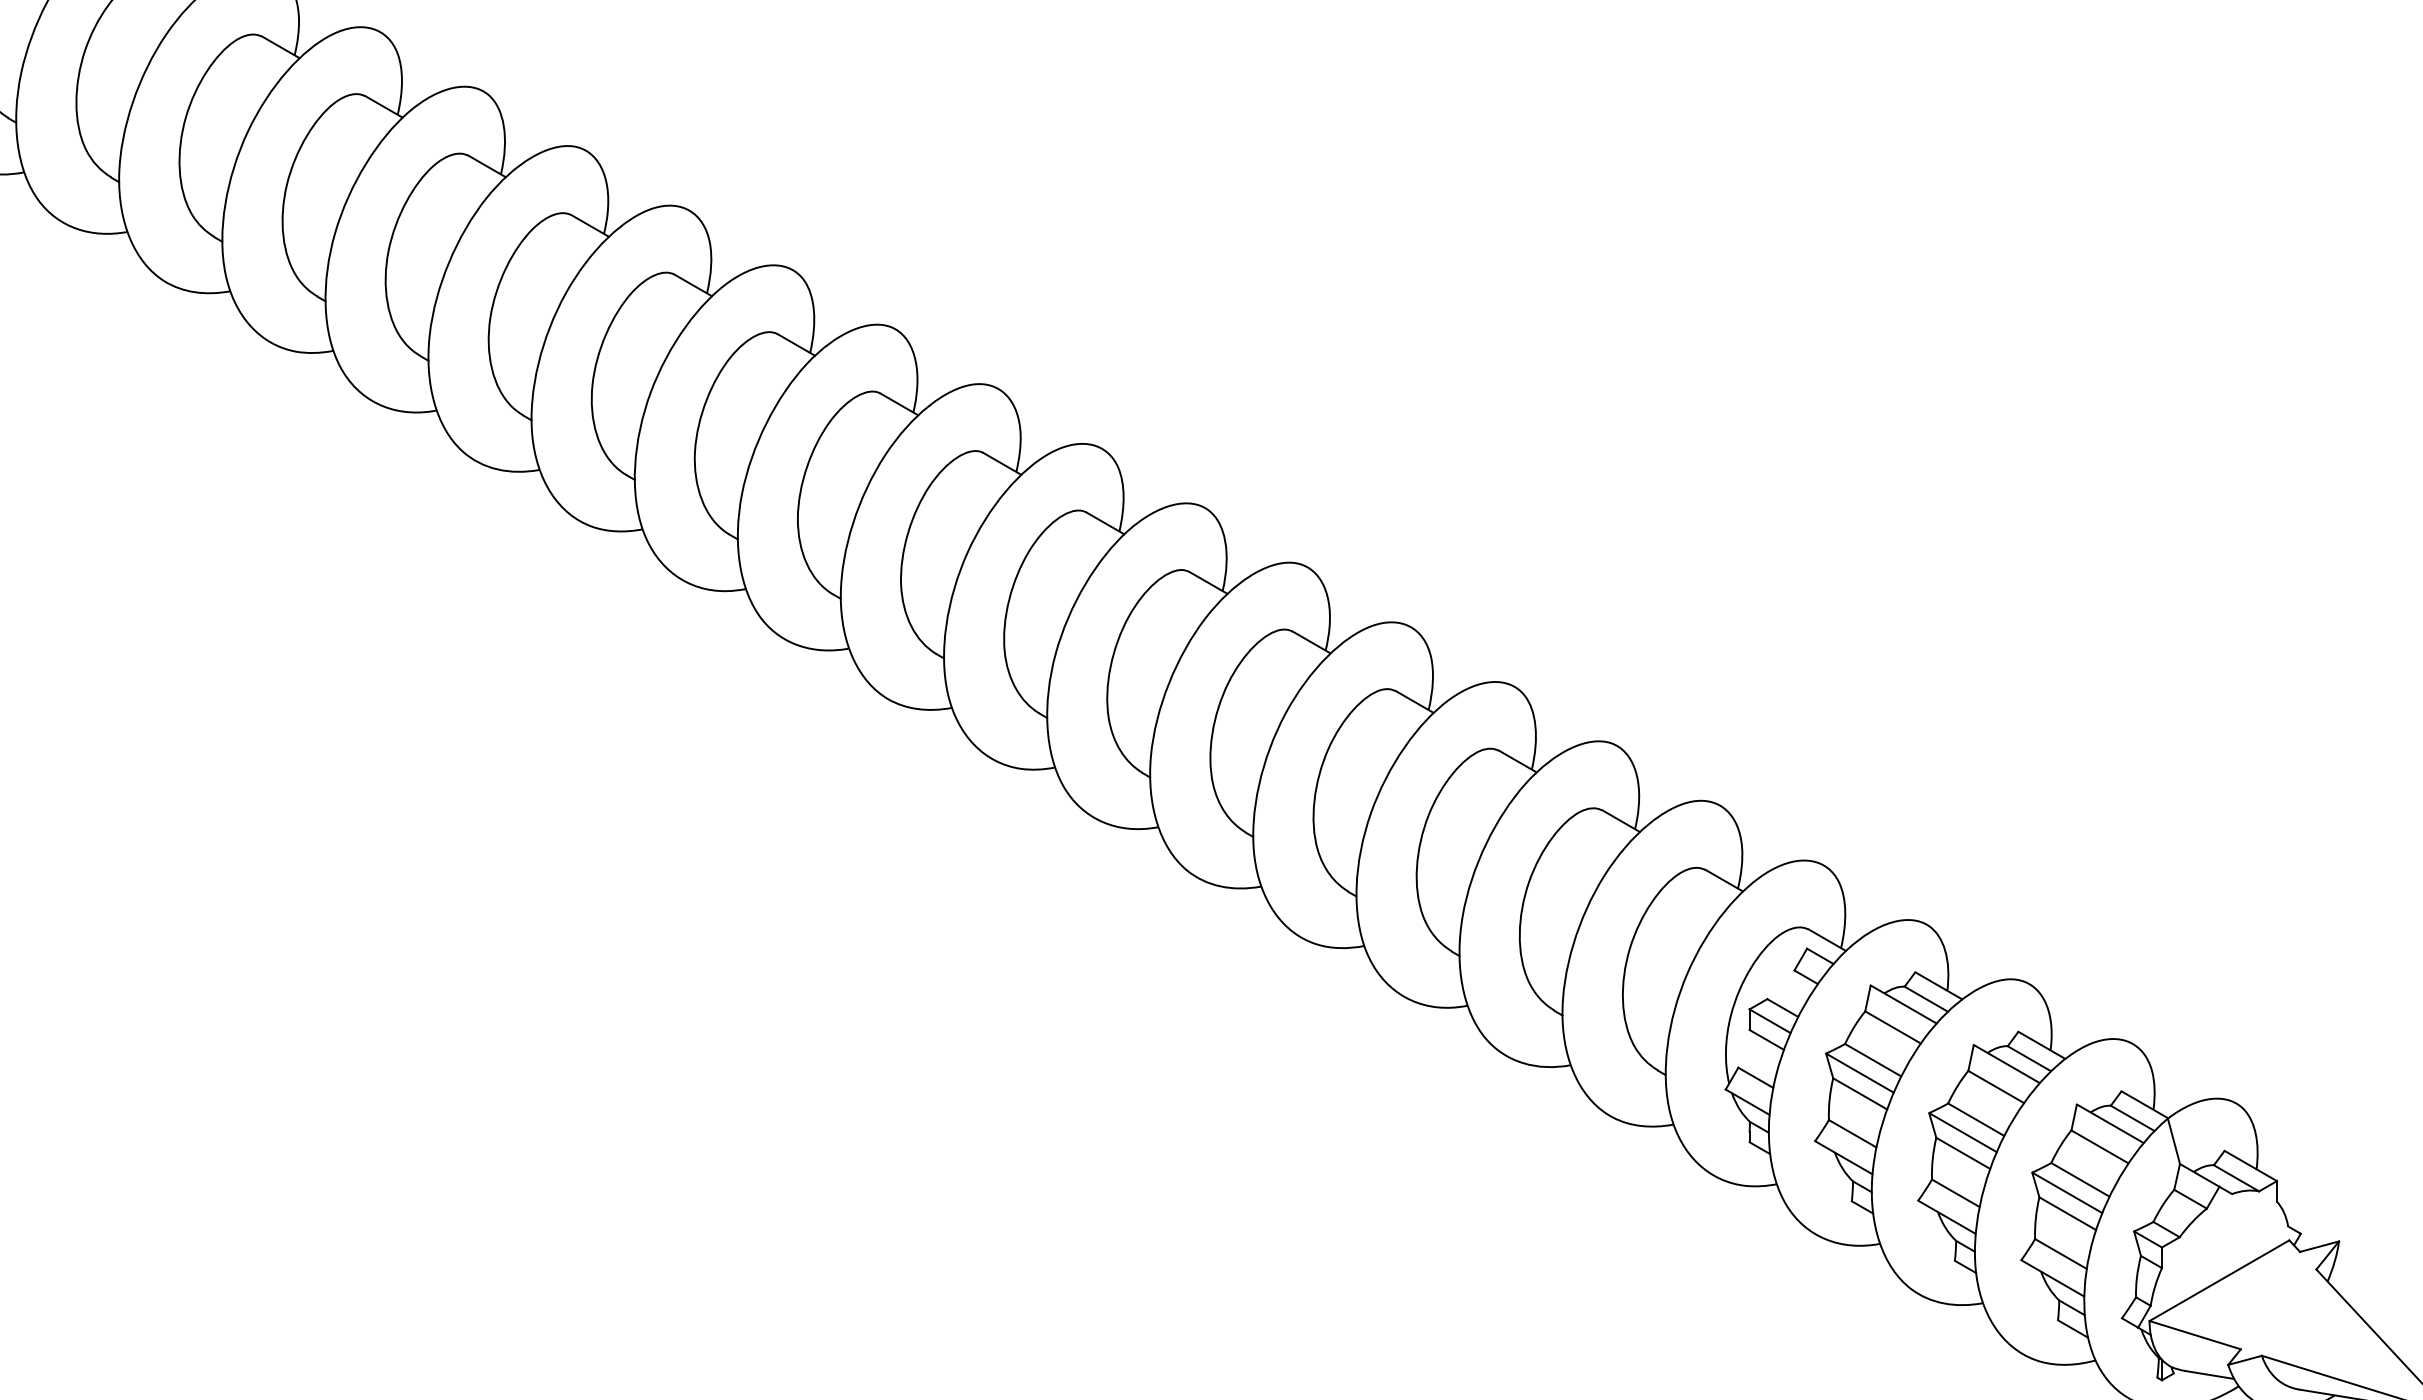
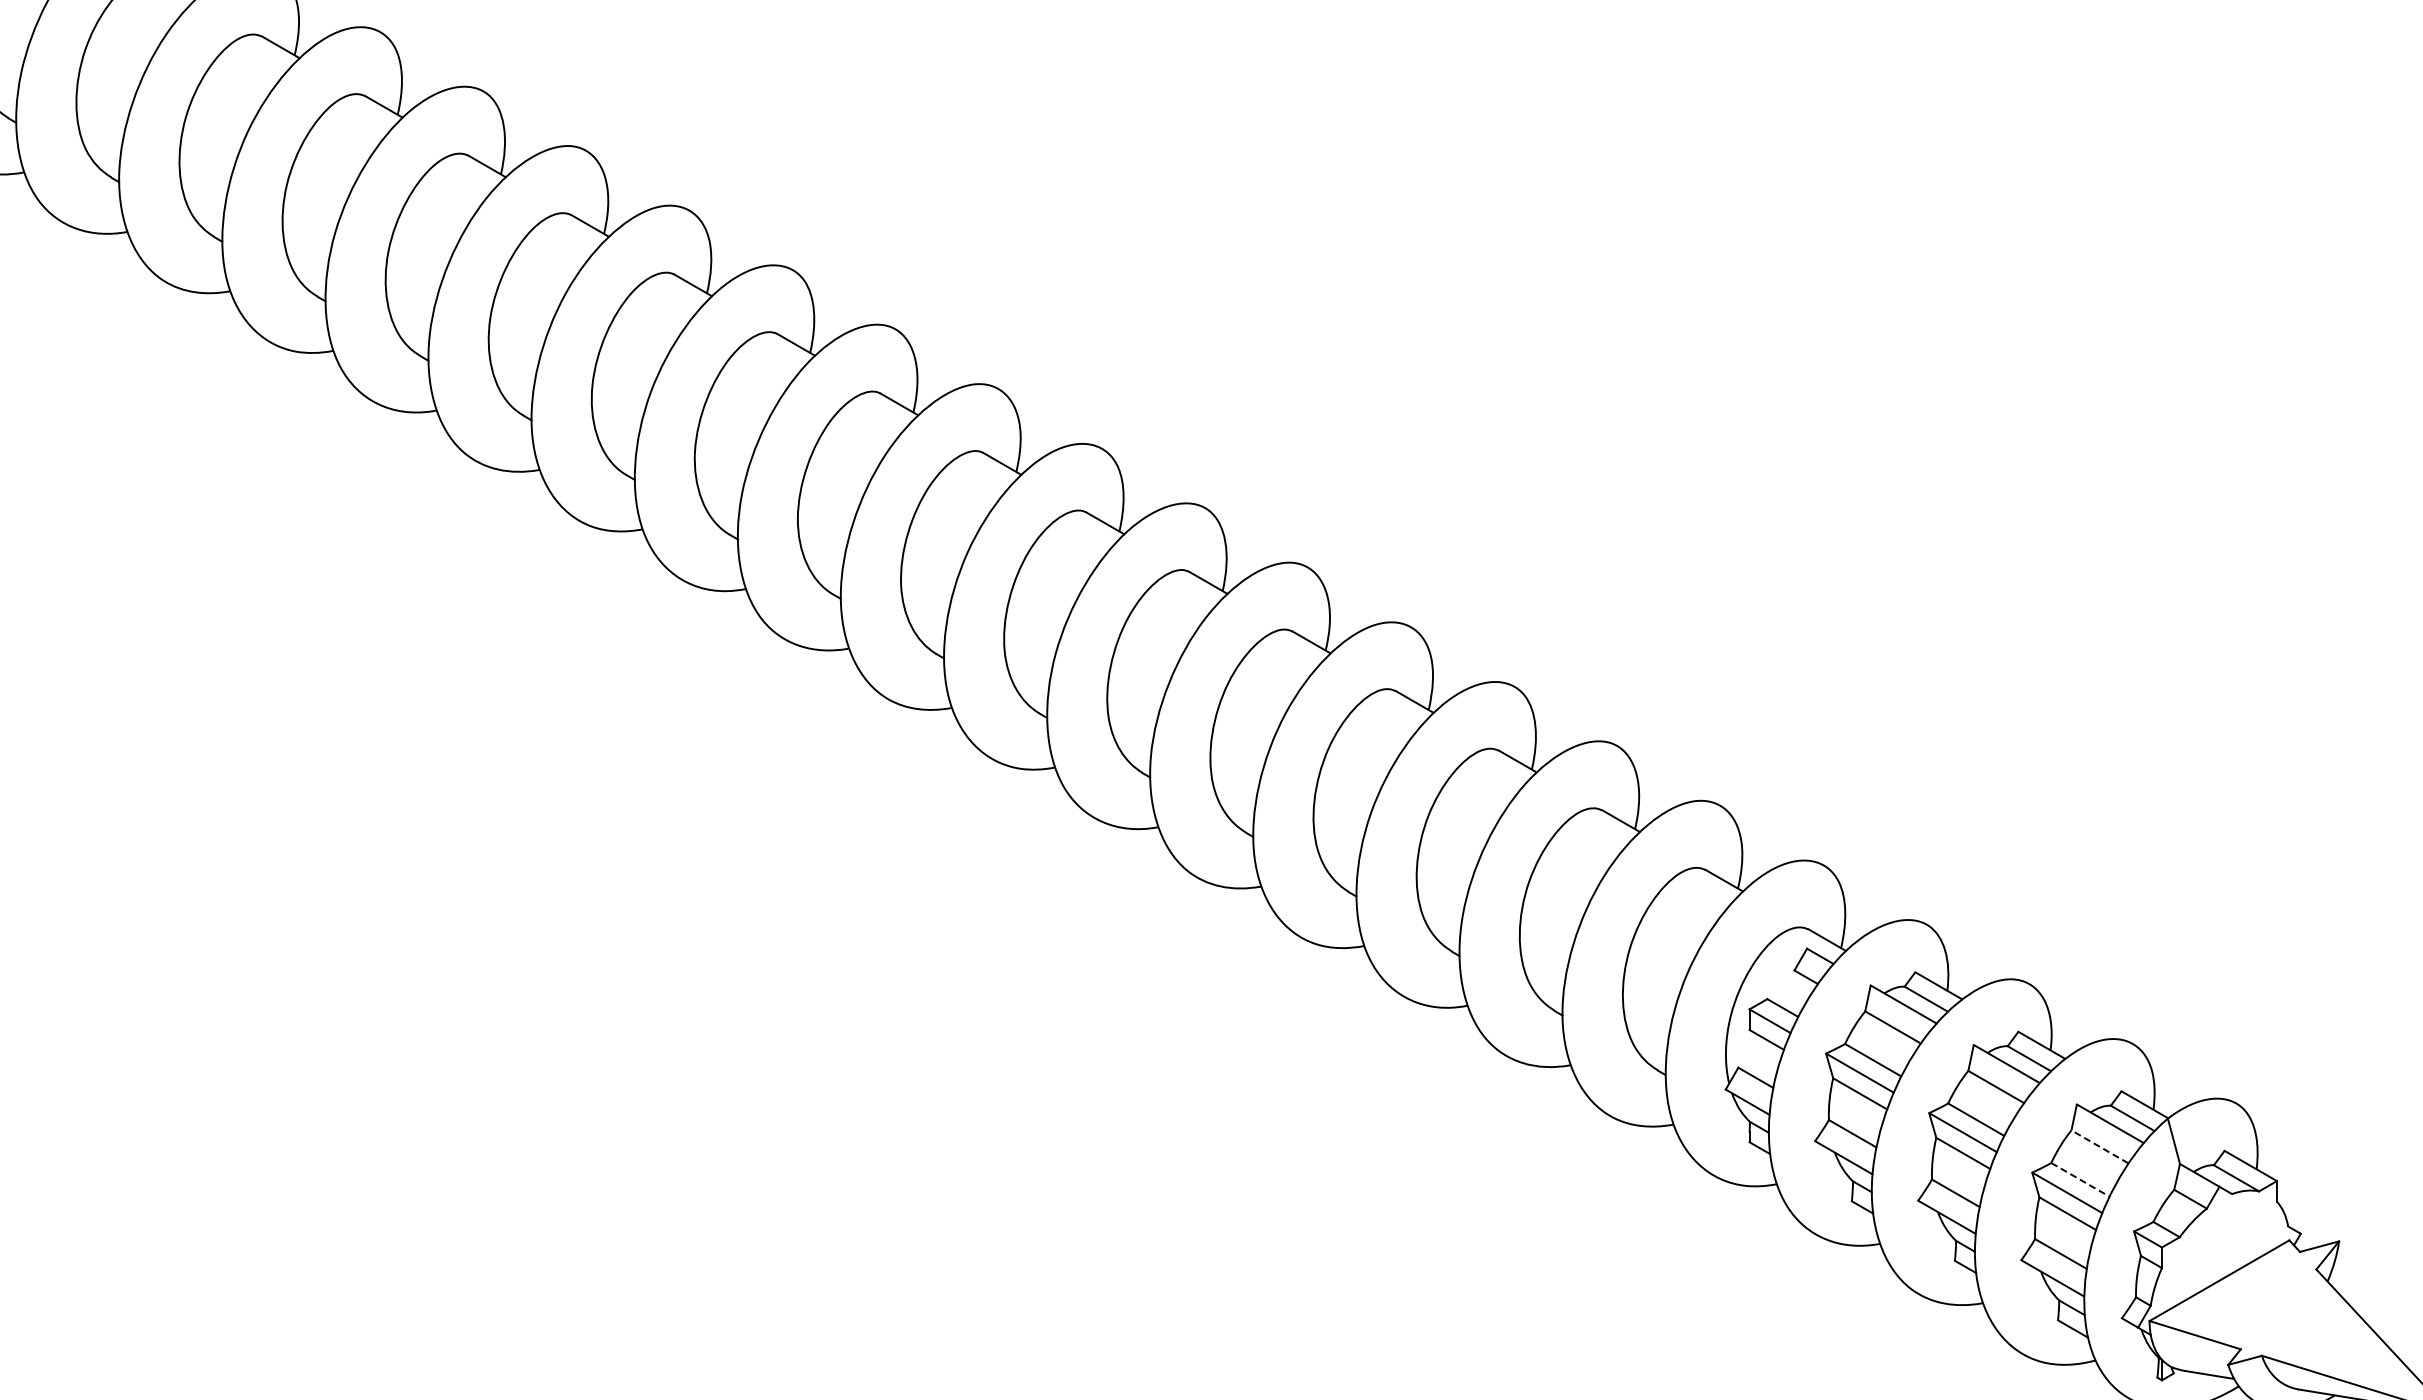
line at (2099, 1146): solid -> dashed
line at (2080, 1179): solid -> dashed
